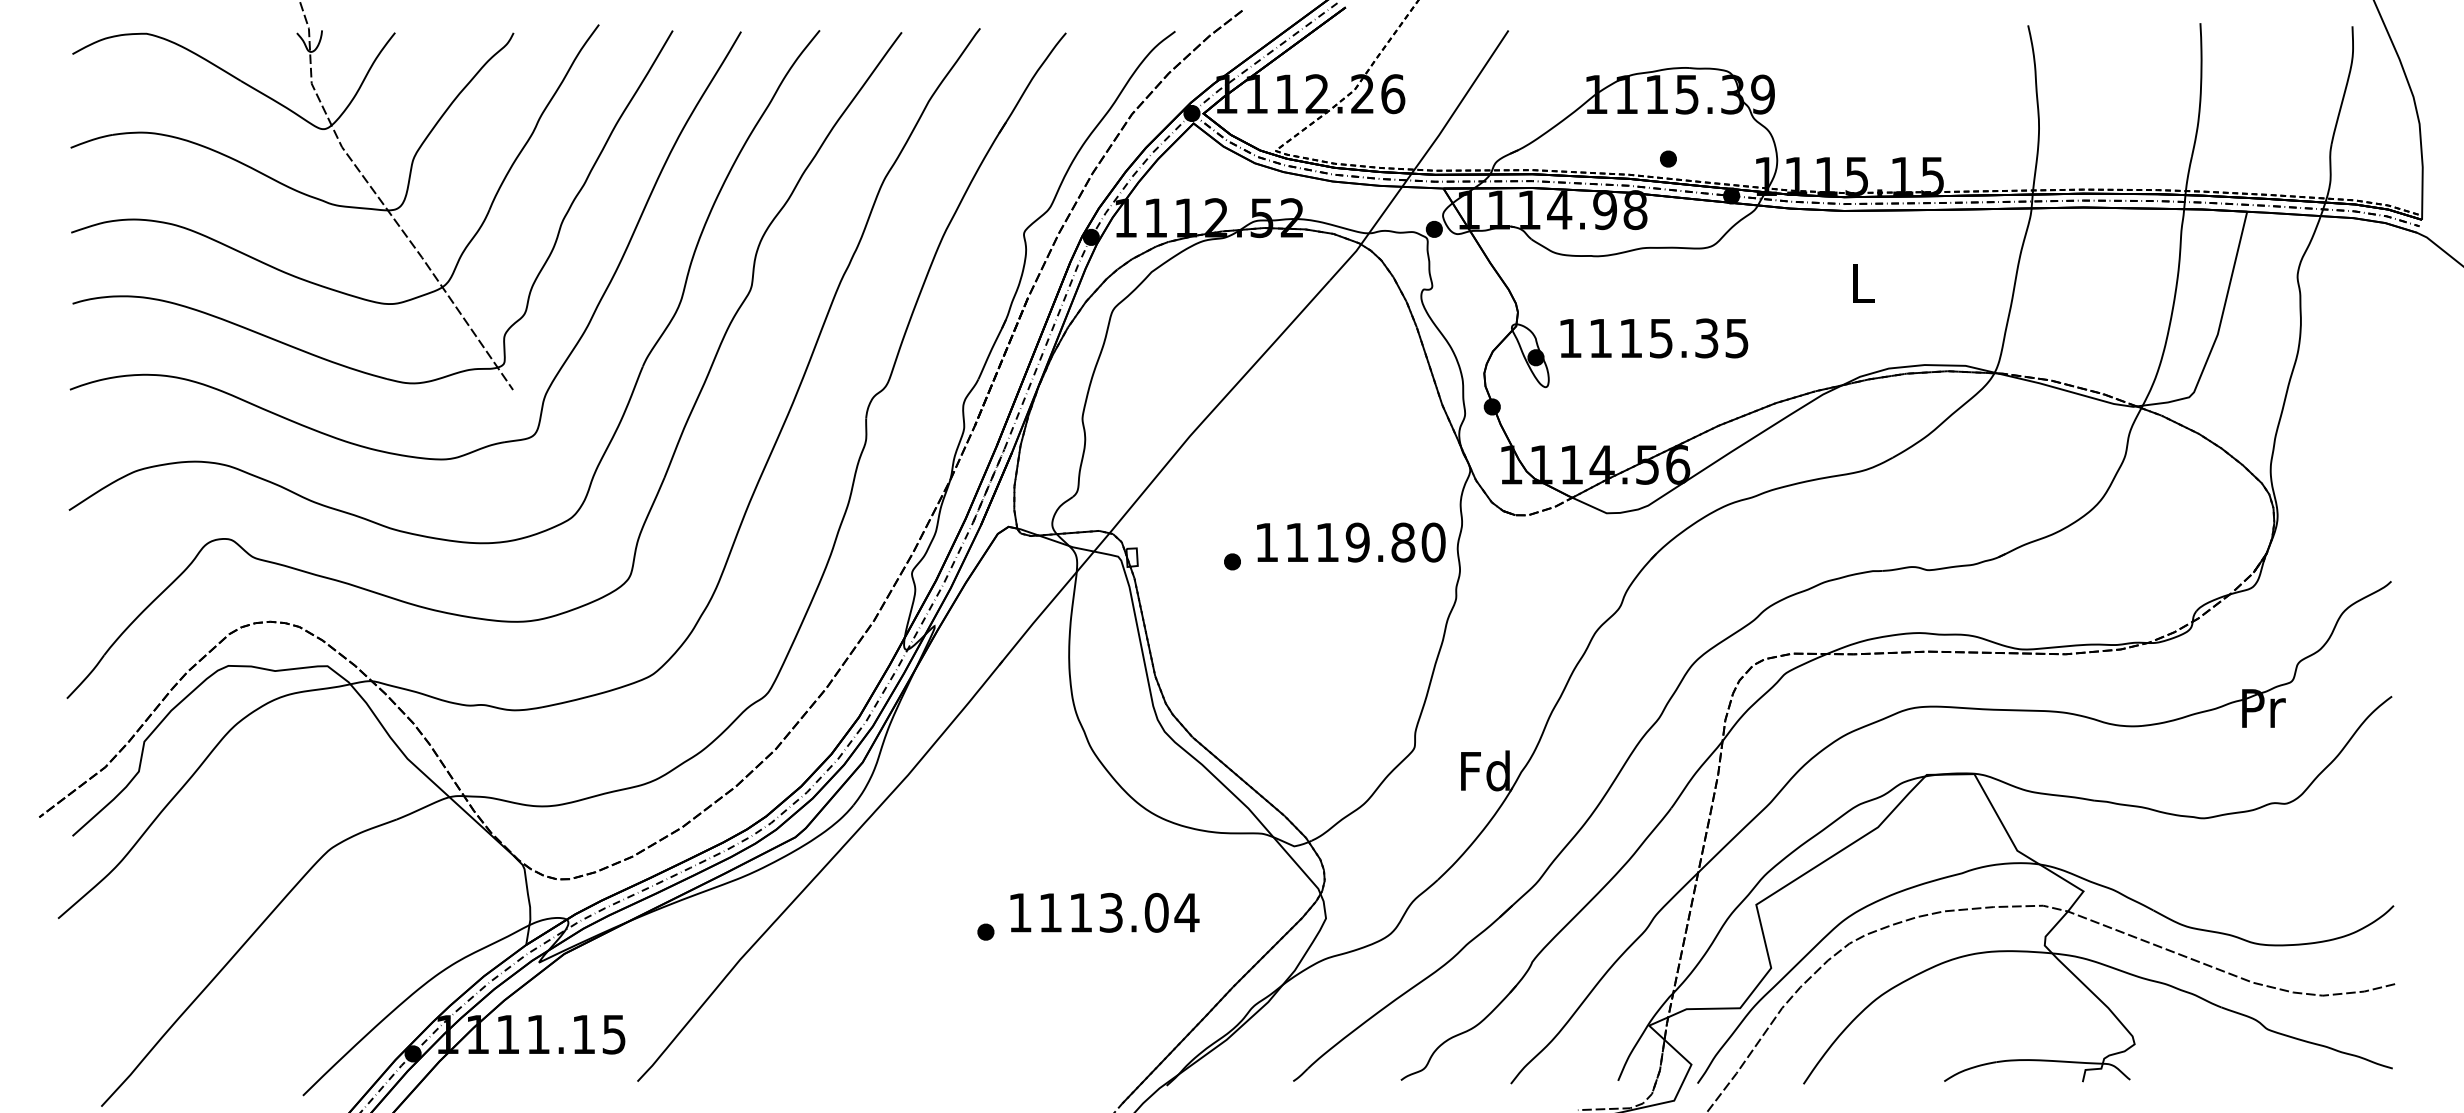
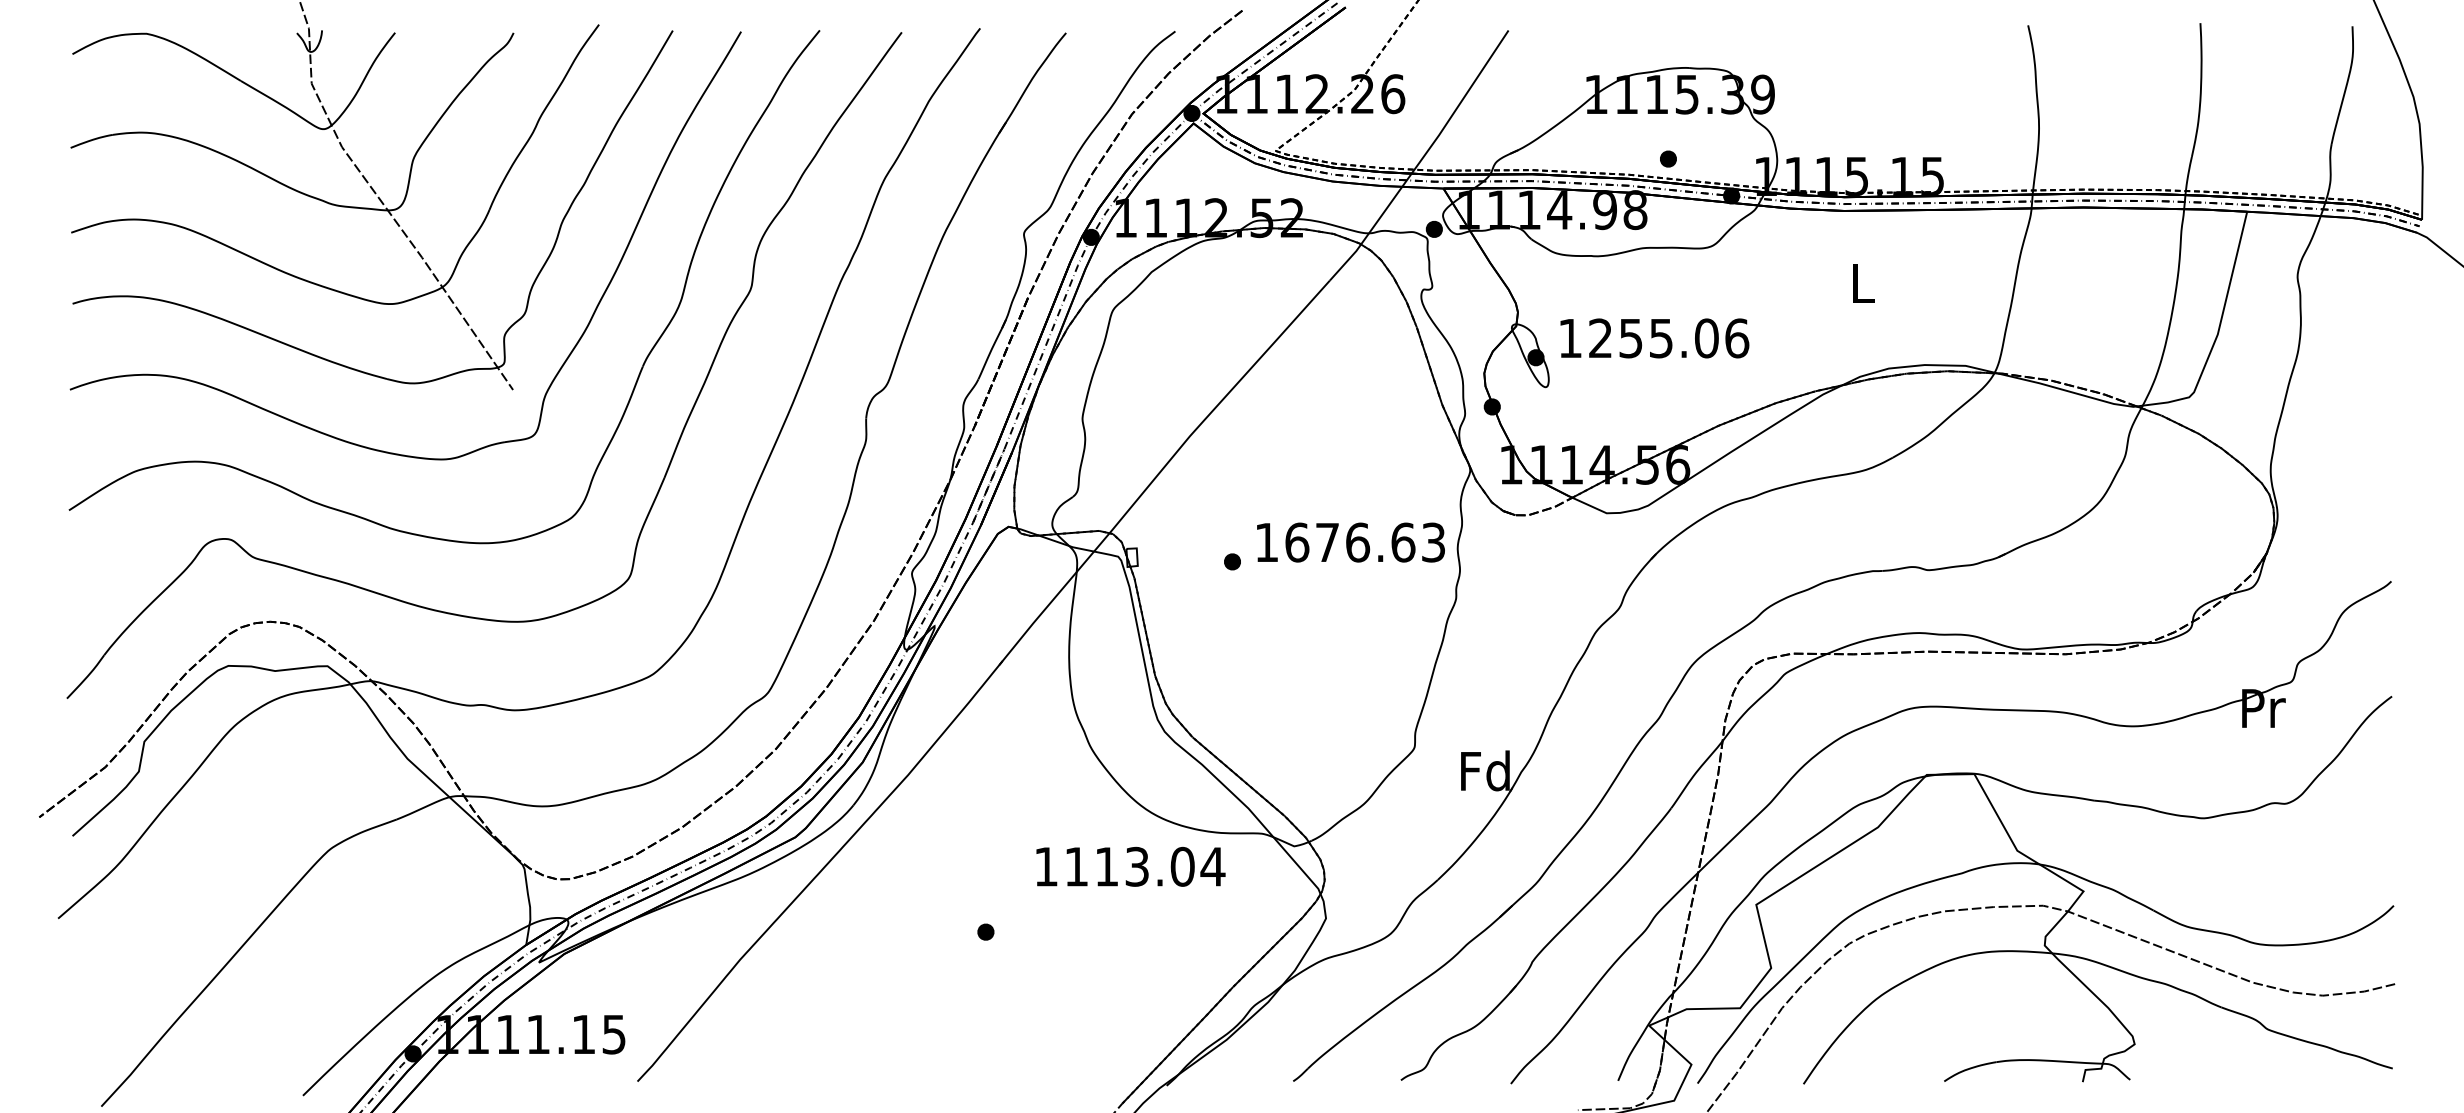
text at (1669, 338): 1115.35 -> 1255.06
text at (1365, 542): 1119.80 -> 1676.63
text at (1104, 912) position: (1104, 912) -> (1130, 866)
